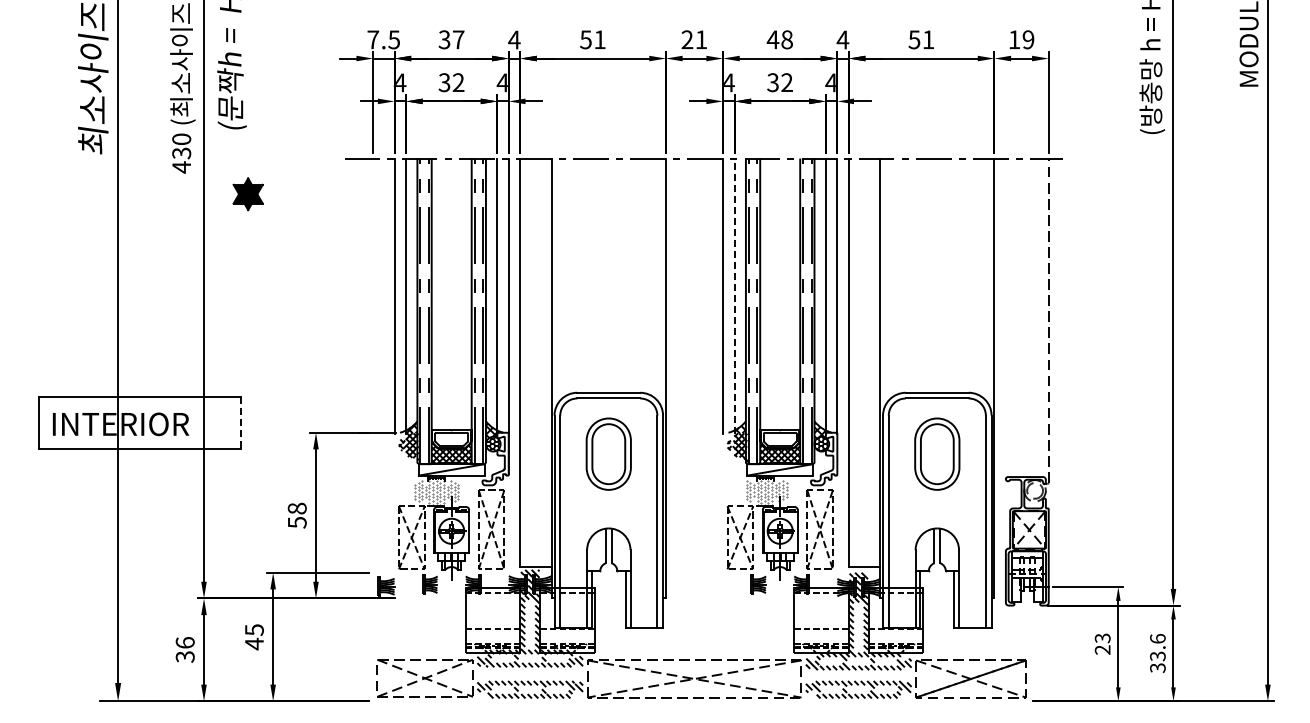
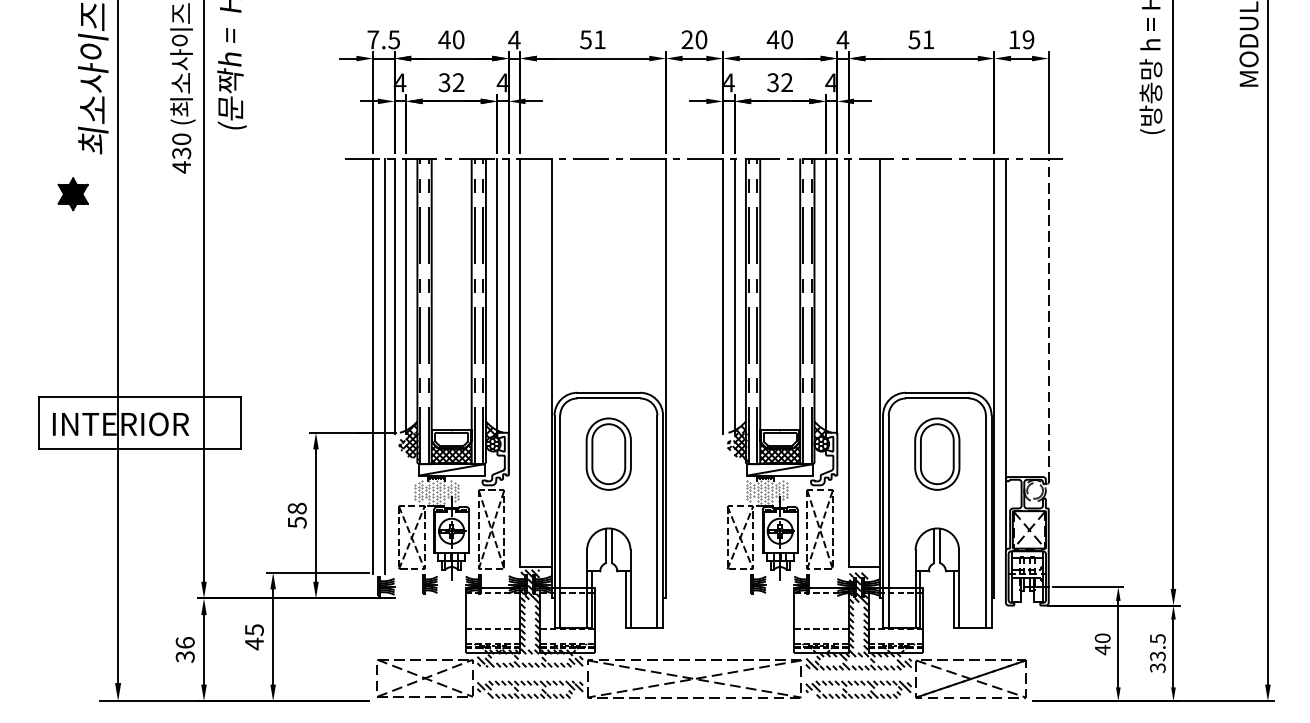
text at (451, 39): 37 -> 40
text at (701, 39): 21 -> 20
text at (786, 39): 48 -> 40
part at (247, 194) position: (247, 194) -> (72, 194)
line at (734, 296): dashed -> solid
line at (1005, 354): none -> present
line at (373, 366): none -> present
line at (384, 366): none -> present
line at (240, 423): dashed -> solid
text at (1157, 638): 33.6 -> 33.5
text at (1102, 644): 23 -> 40
